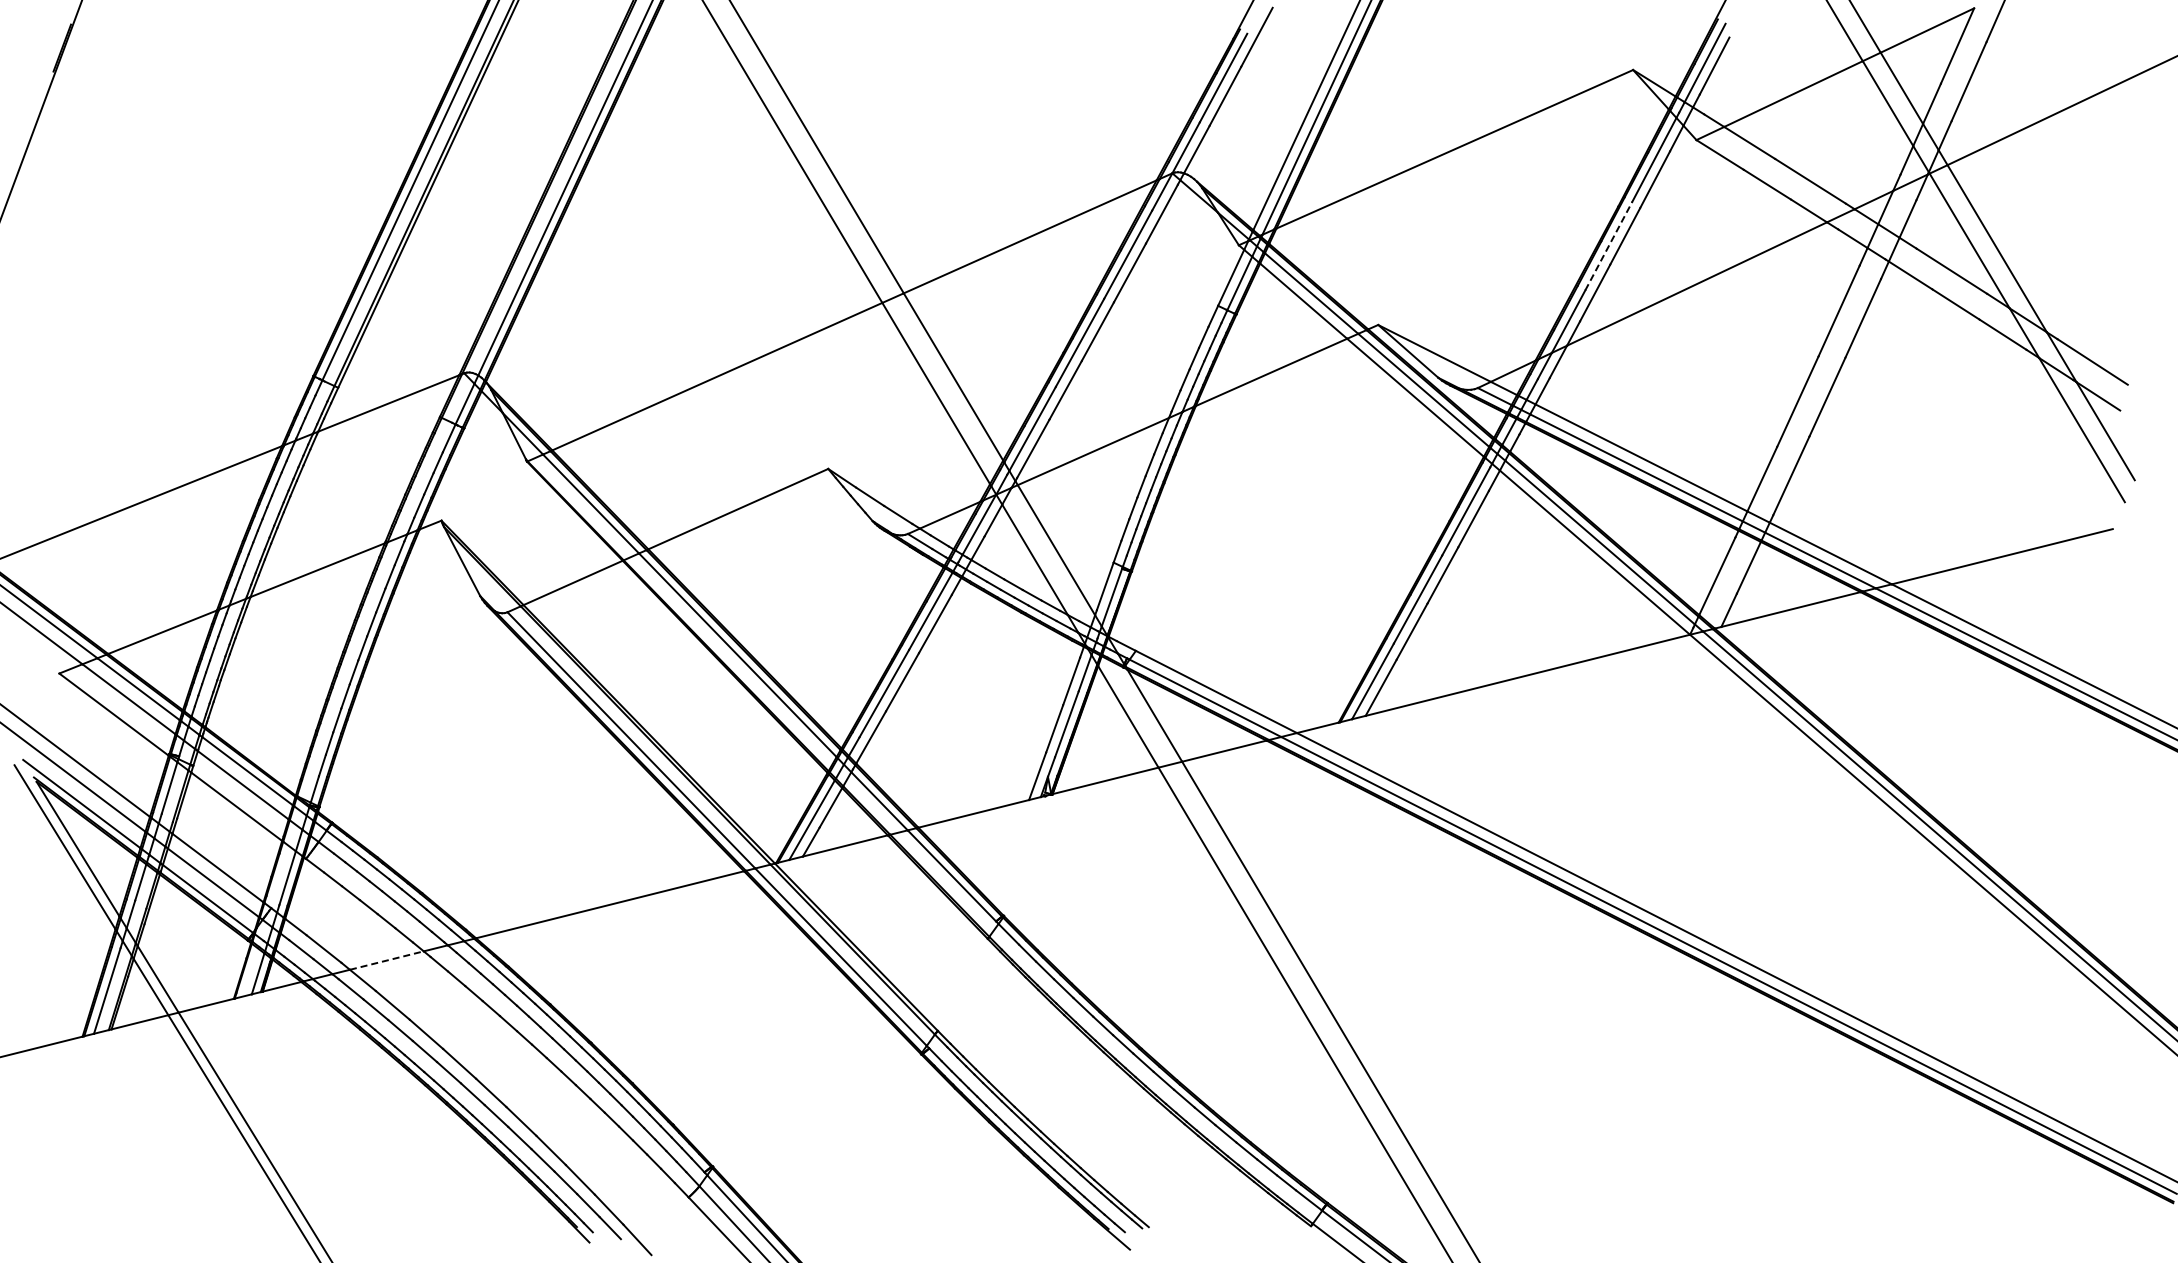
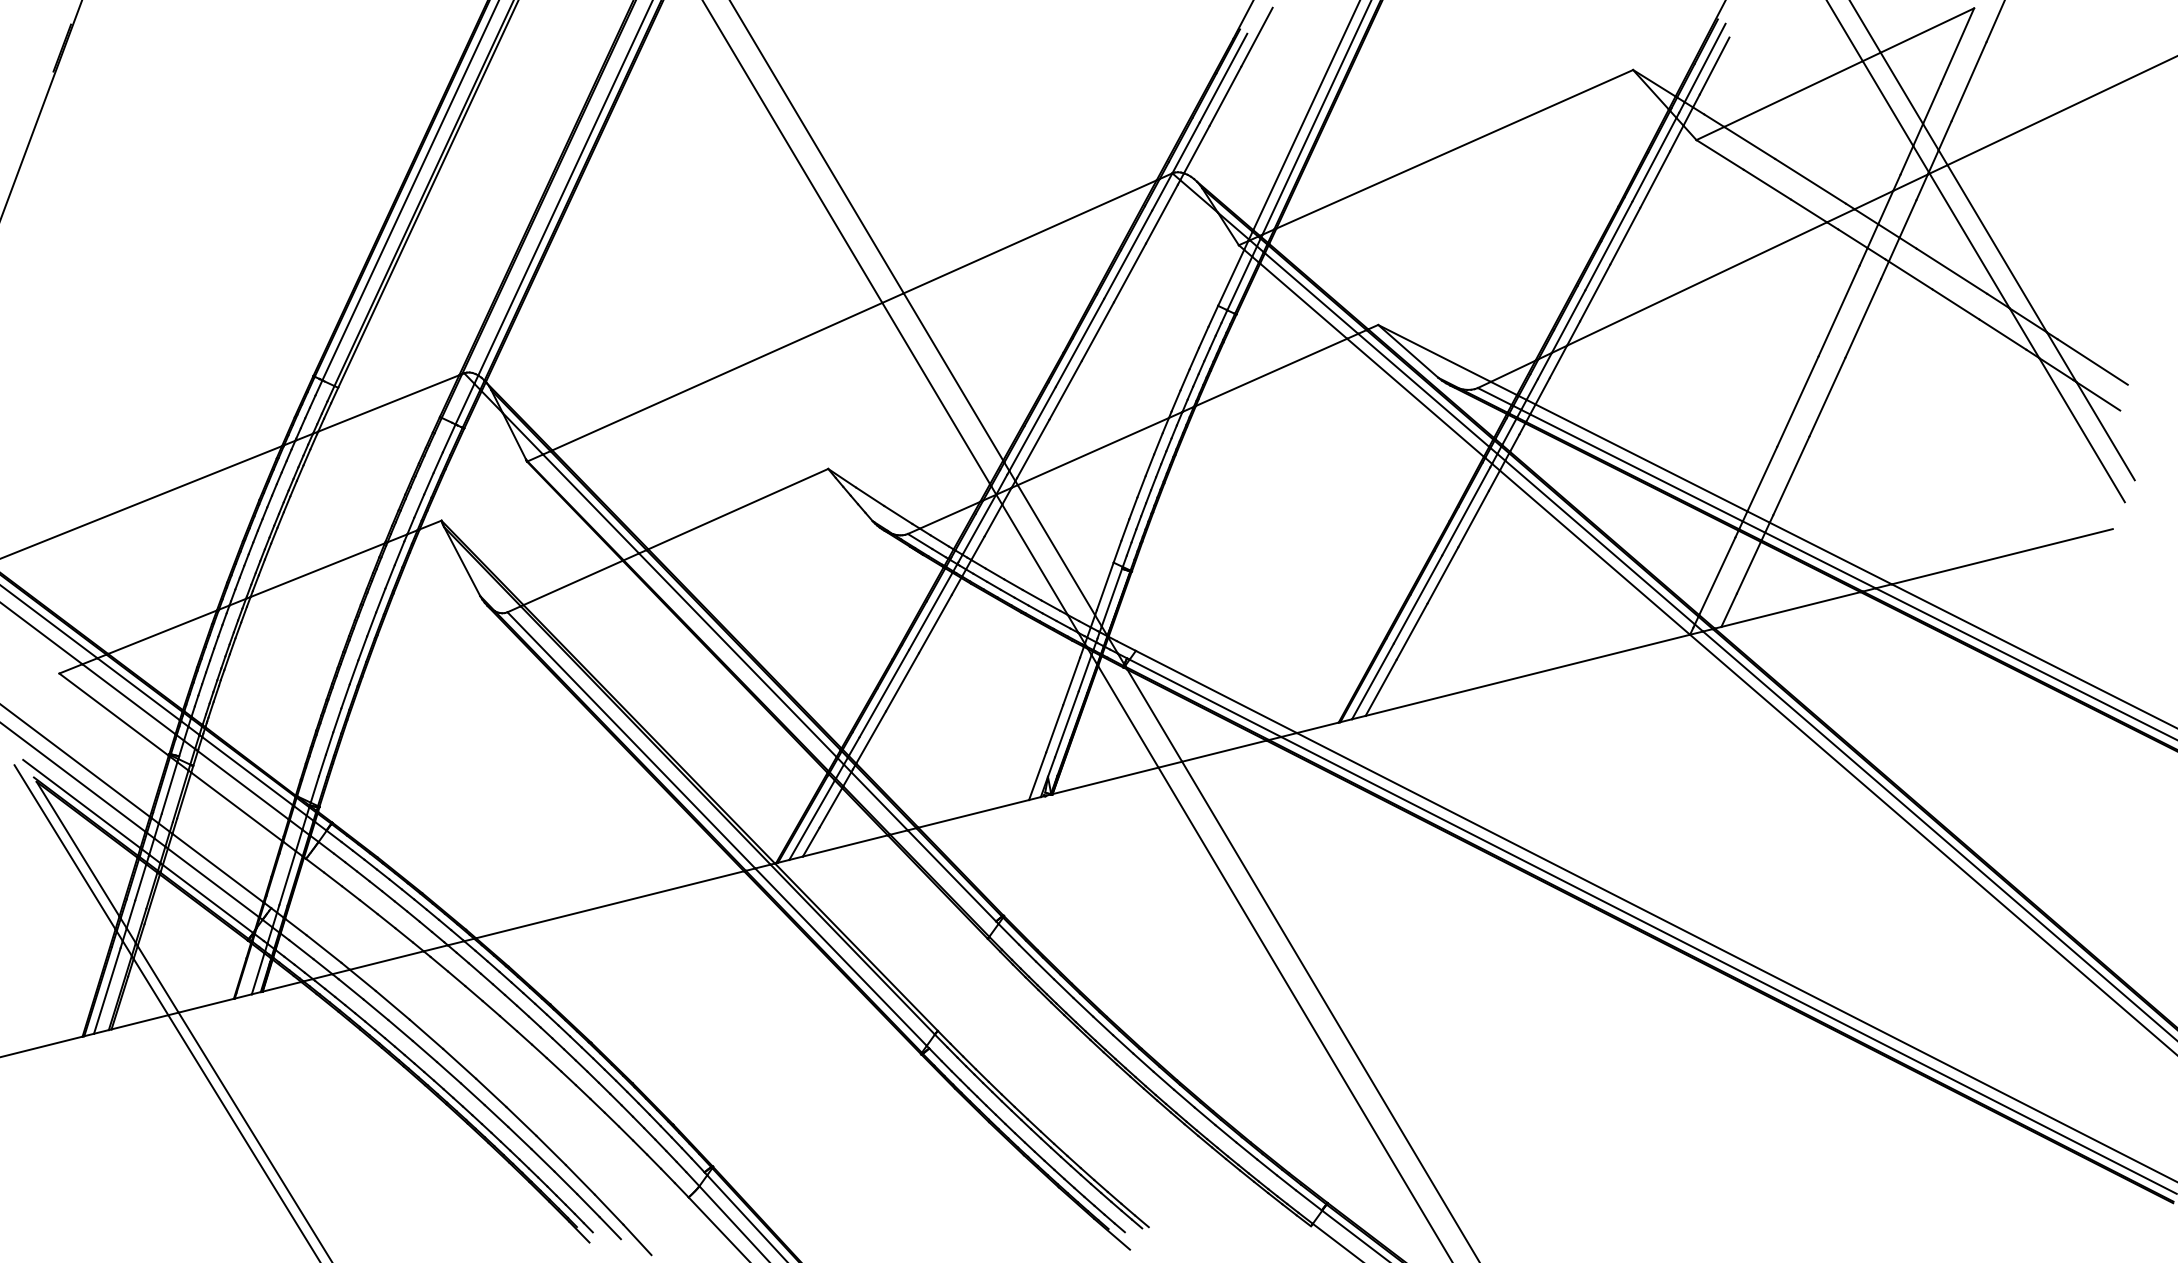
line at (1609, 245): dashed -> solid
line at (387, 960): dashed -> solid
